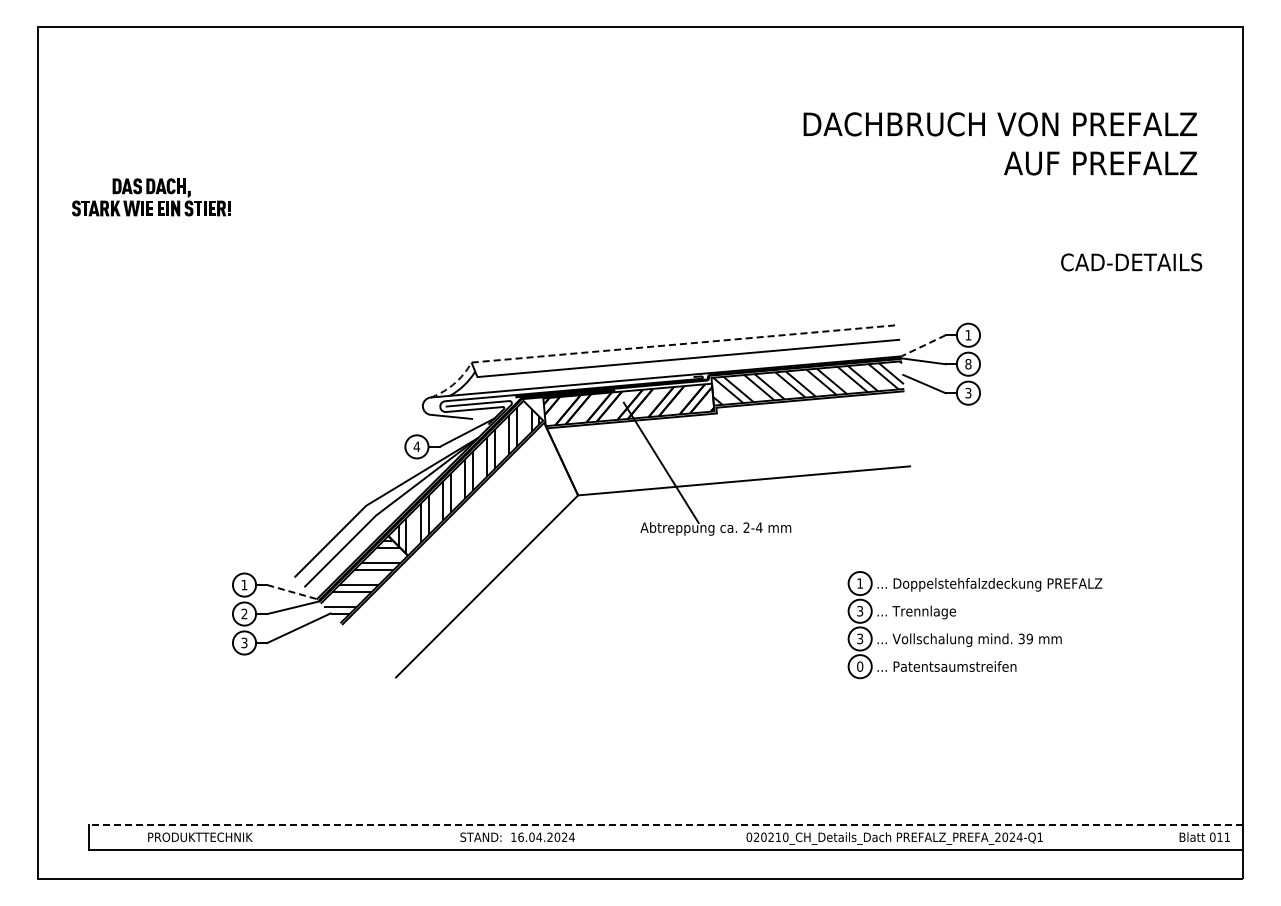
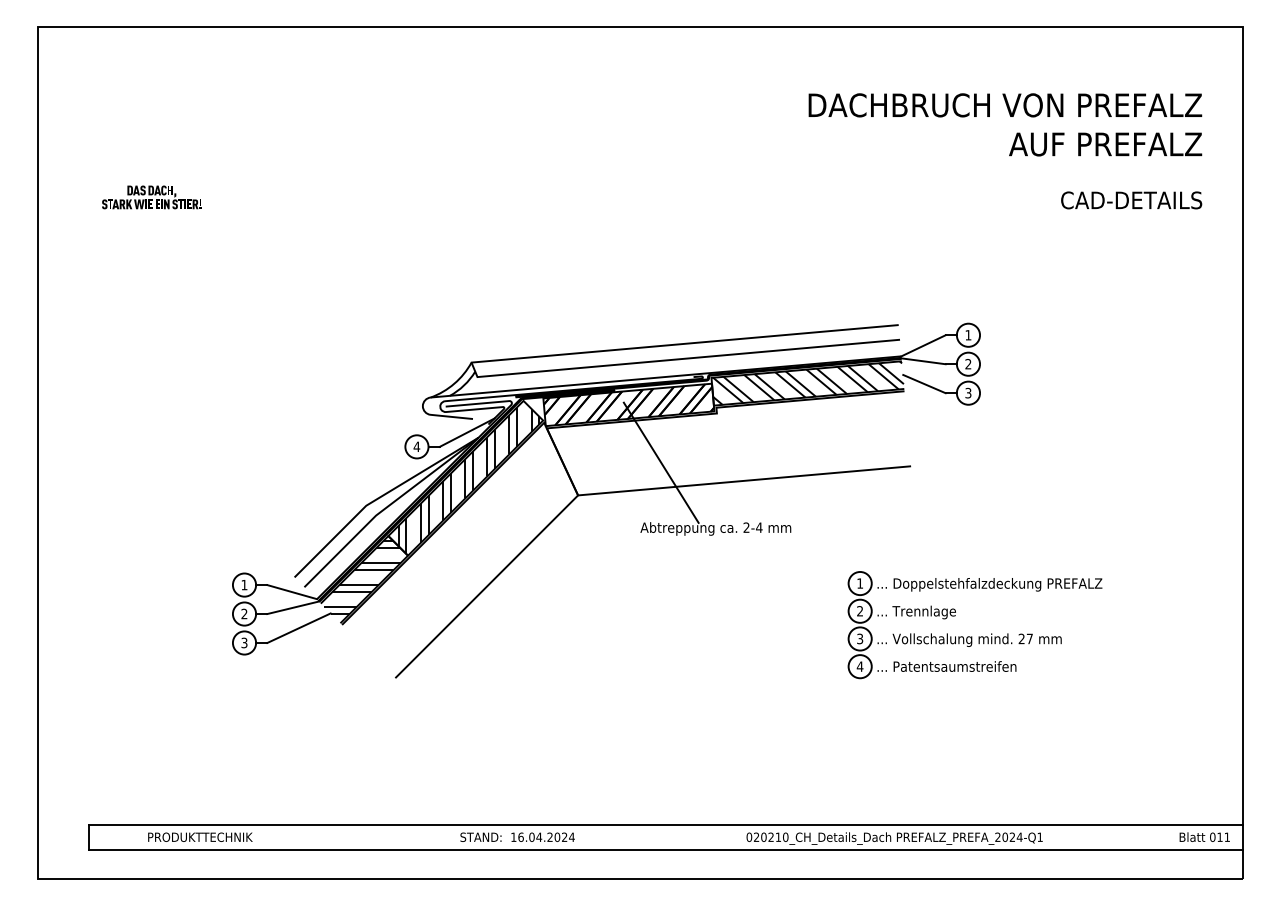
text at (1000, 143) position: (1000, 143) -> (1005, 124)
part at (151, 197) size: 159x39 px -> 100x25 px
text at (1131, 262) position: (1131, 262) -> (1131, 200)
line at (653, 346): dashed -> solid
line at (923, 346): dashed -> solid
text at (968, 364): 8 -> 2
line at (292, 592): dashed -> solid
text at (860, 611): 3 -> 2
text at (1025, 638): 39 -> 27
text at (859, 666): 0 -> 4
line at (665, 824): dashed -> solid
